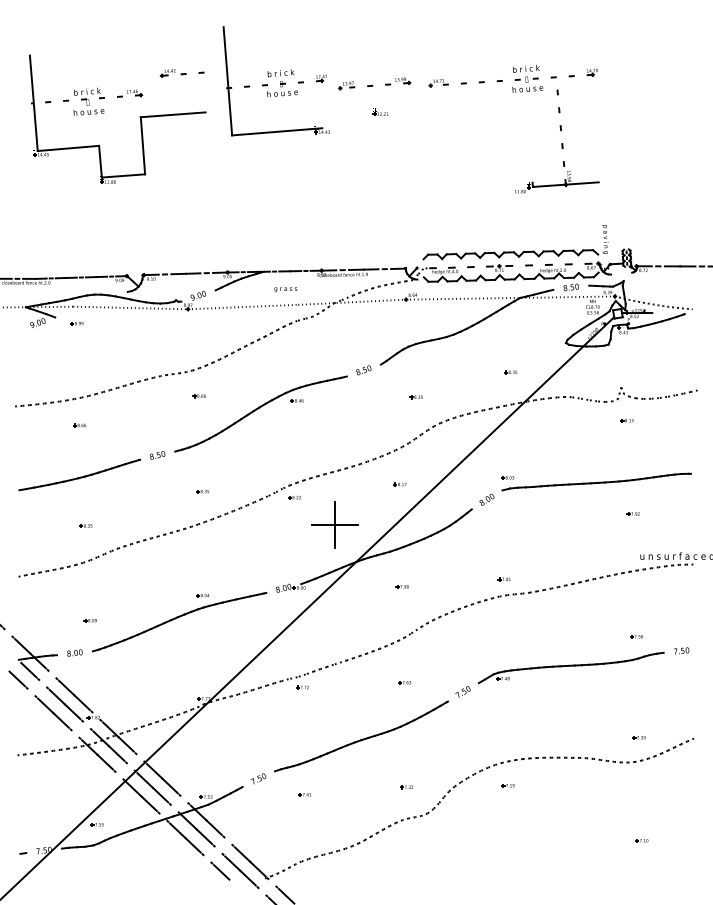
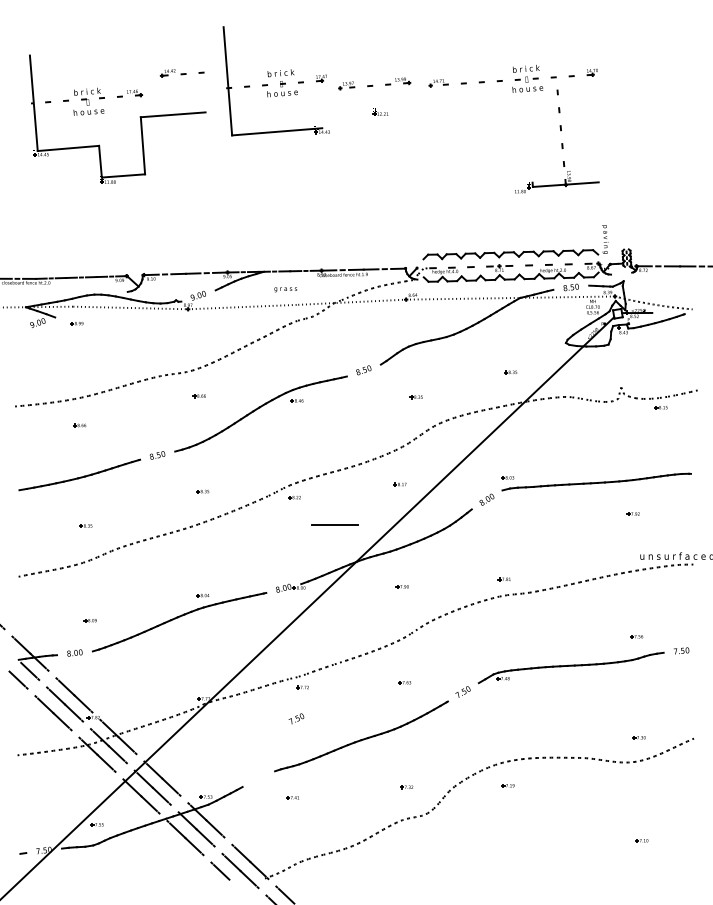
part at (626, 420) position: (626, 420) -> (660, 407)
line at (334, 524): present -> none
text at (258, 778) position: (258, 778) -> (296, 718)
part at (304, 794) position: (304, 794) -> (292, 797)
